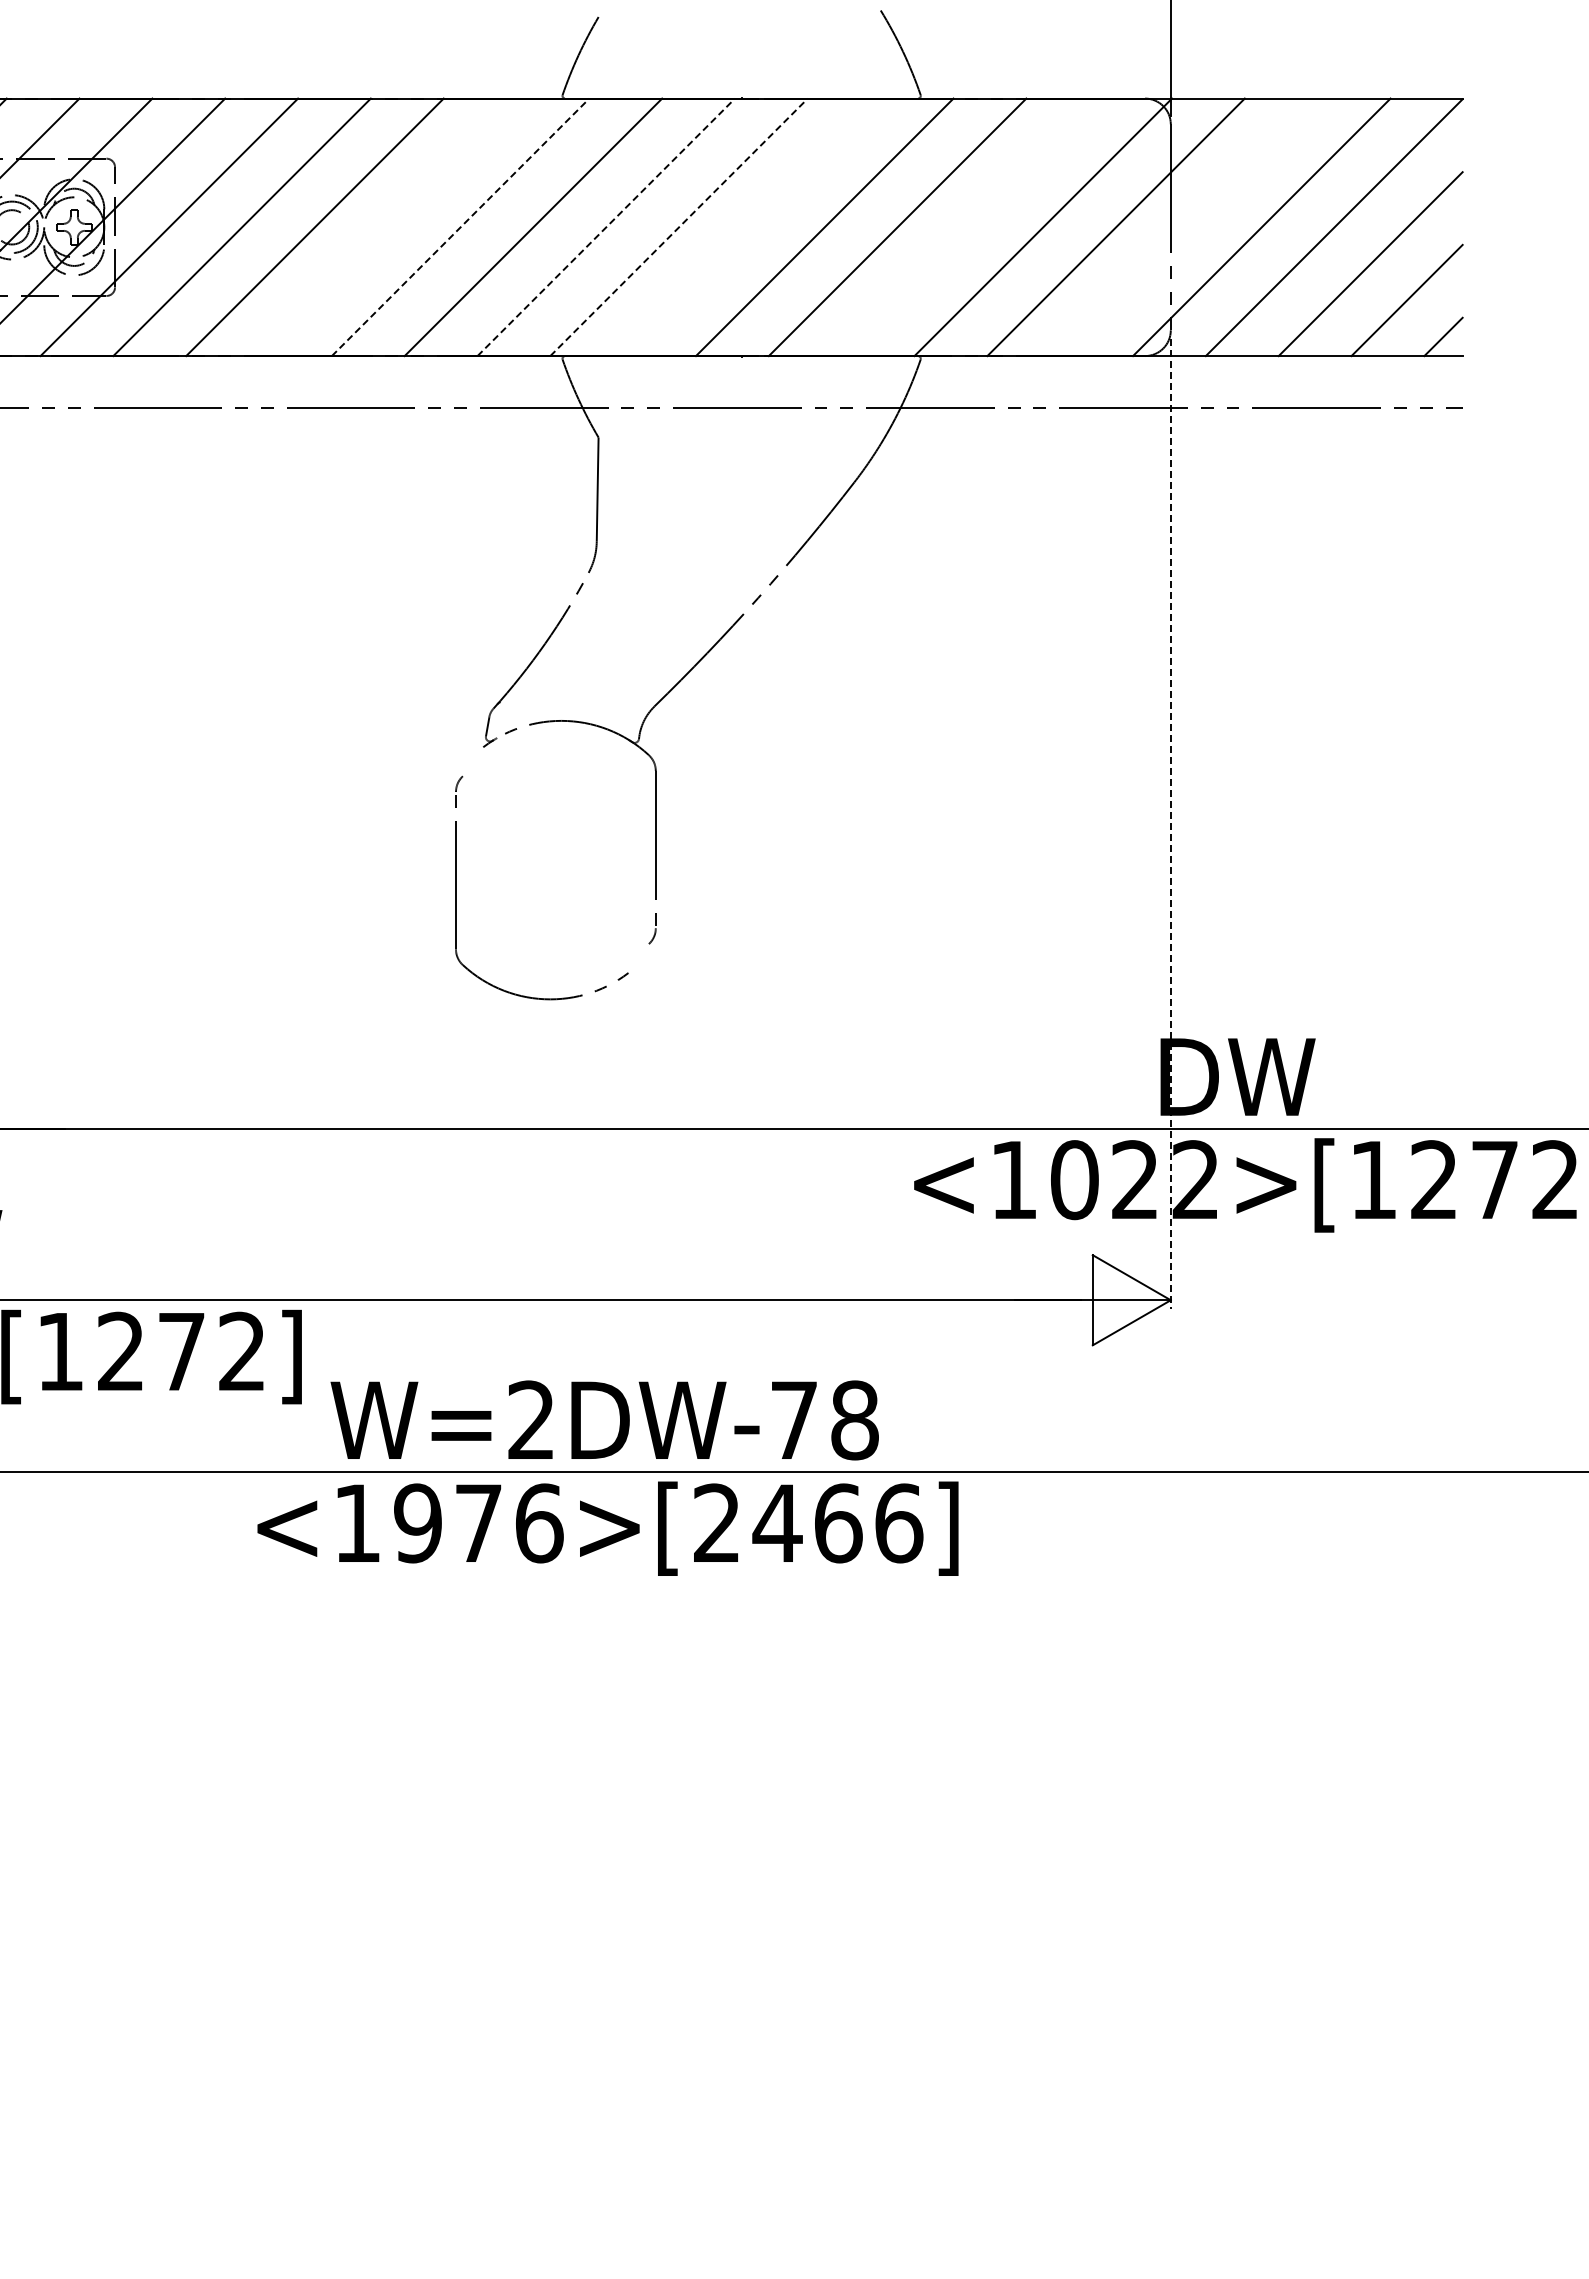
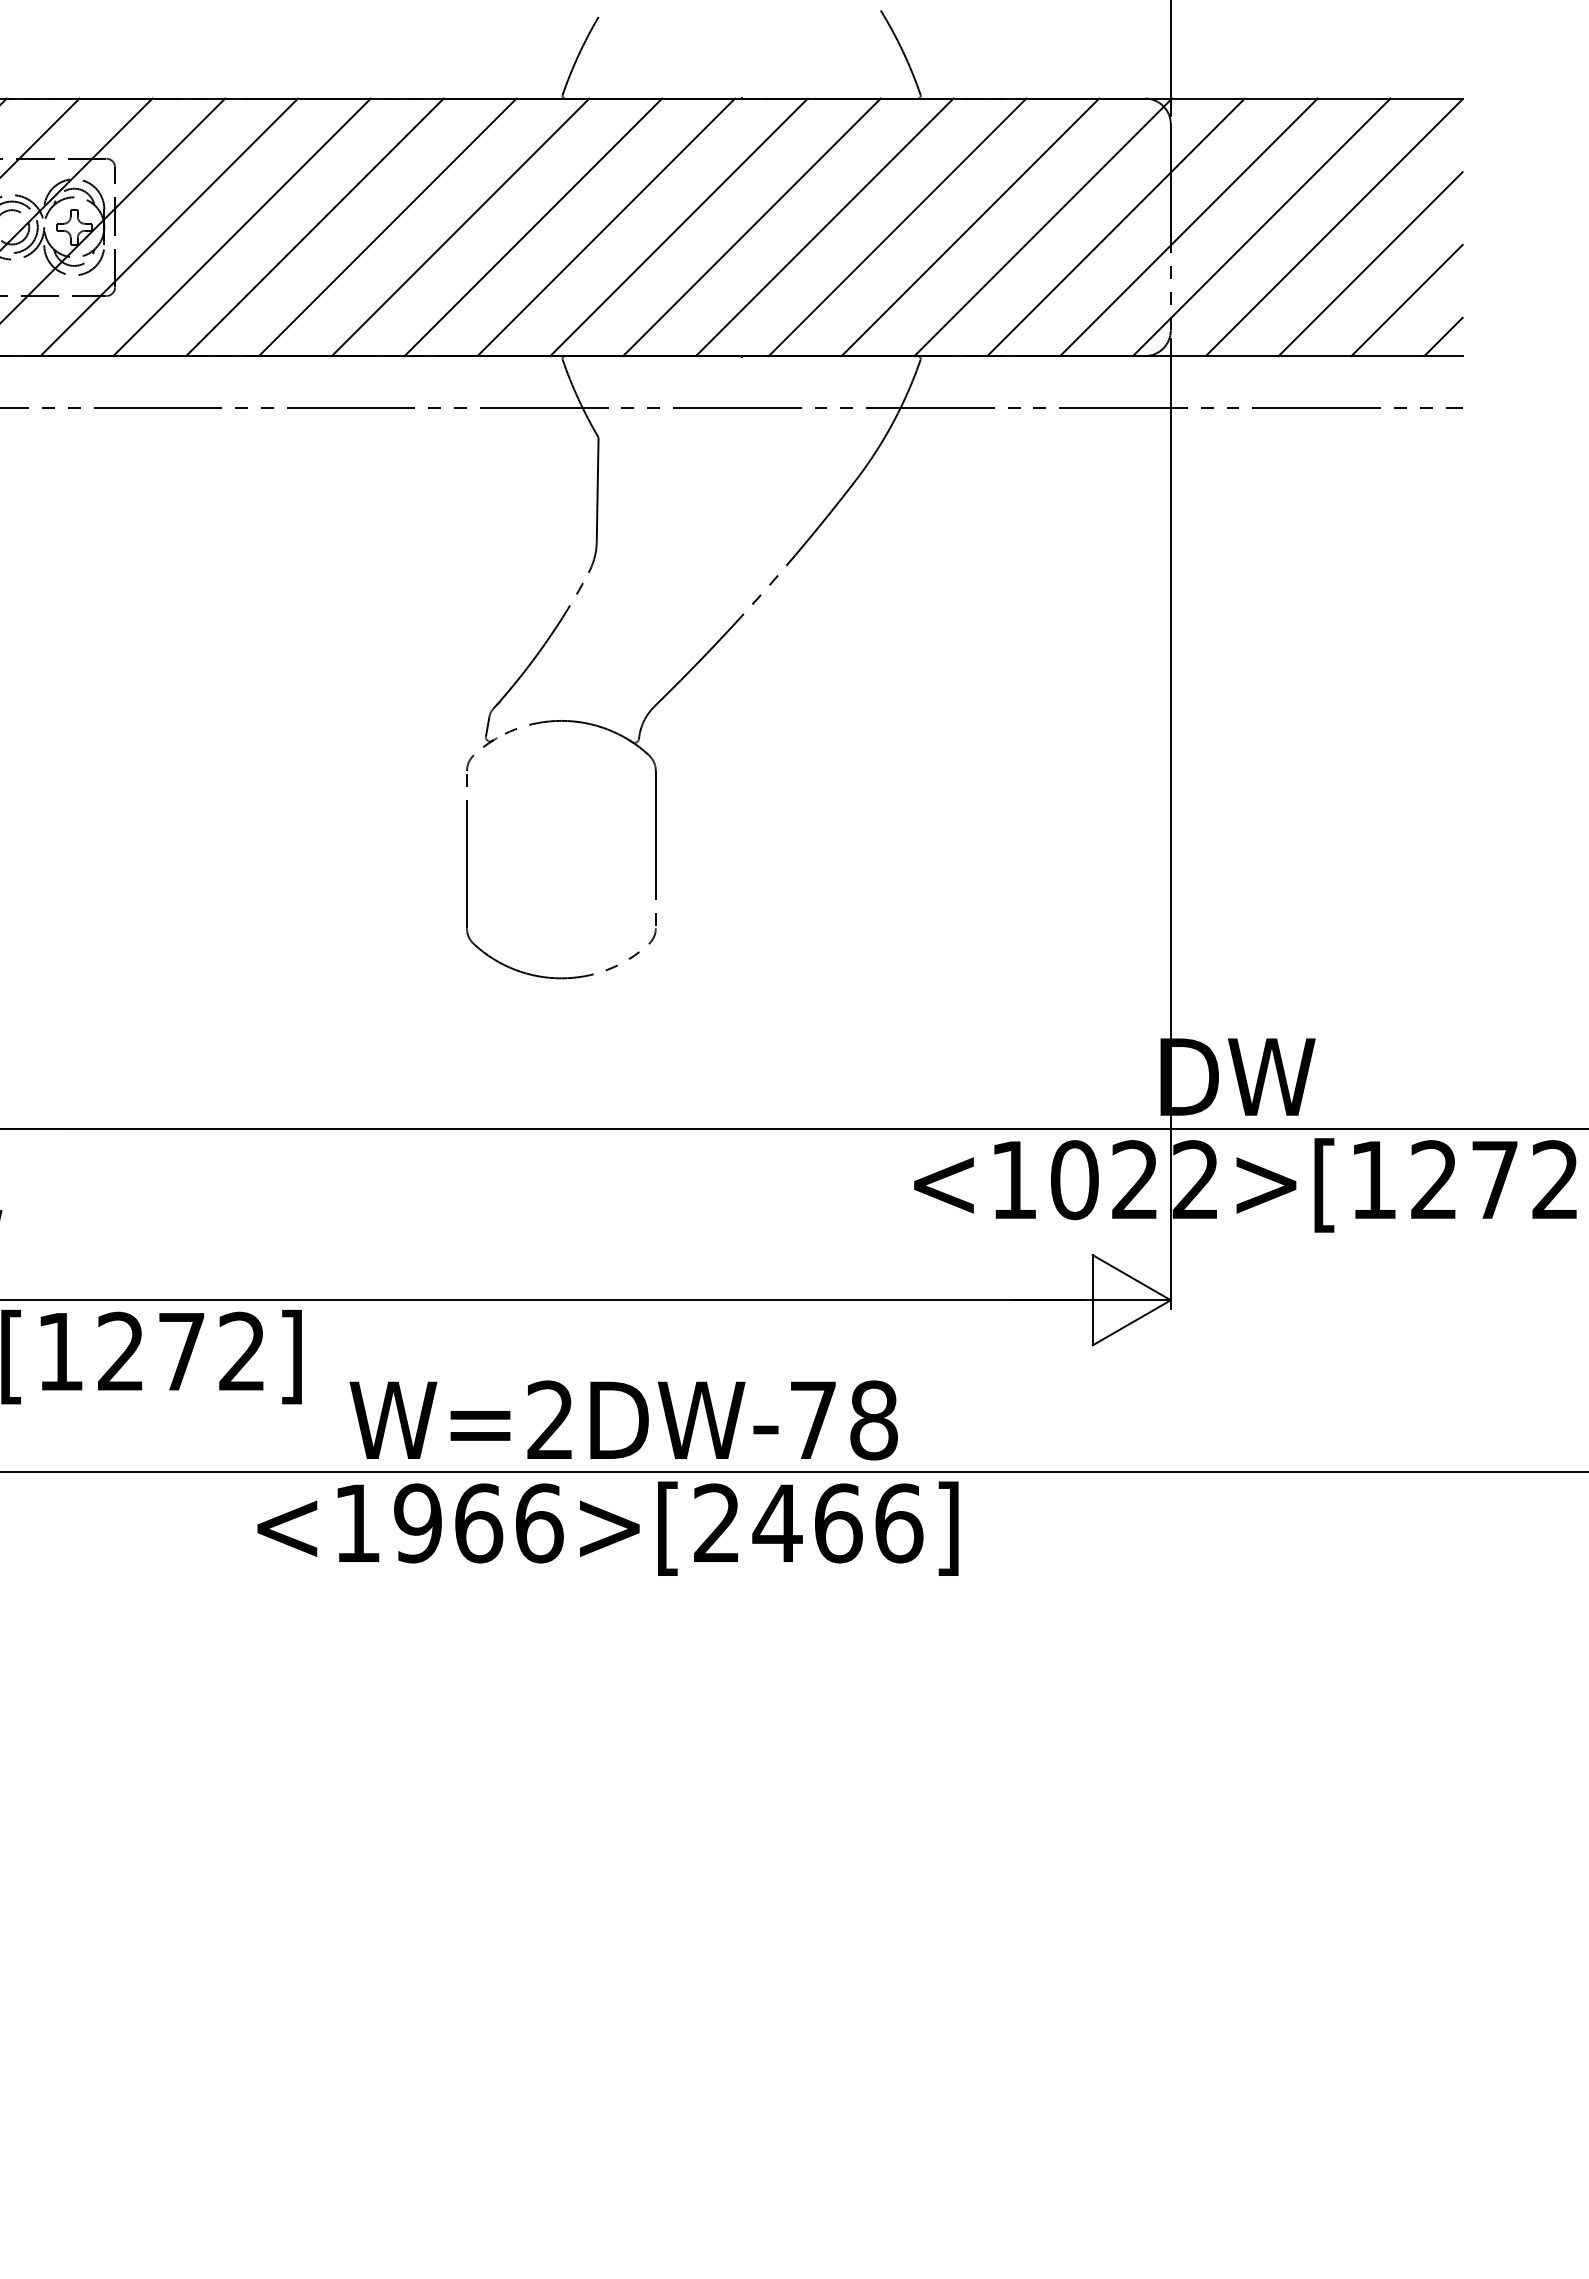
line at (460, 226): dashed -> solid
line at (606, 226): dashed -> solid
line at (679, 226): dashed -> solid
line at (387, 227): none -> present
line at (751, 227): none -> present
line at (970, 227): none -> present
line at (1188, 227): none -> present
line at (1170, 823): dashed -> solid
part at (456, 887) position: (456, 887) -> (467, 866)
text at (604, 1420) position: (604, 1420) -> (623, 1420)
text at (479, 1523): <1976>[2466] -> <1966>[2466]
